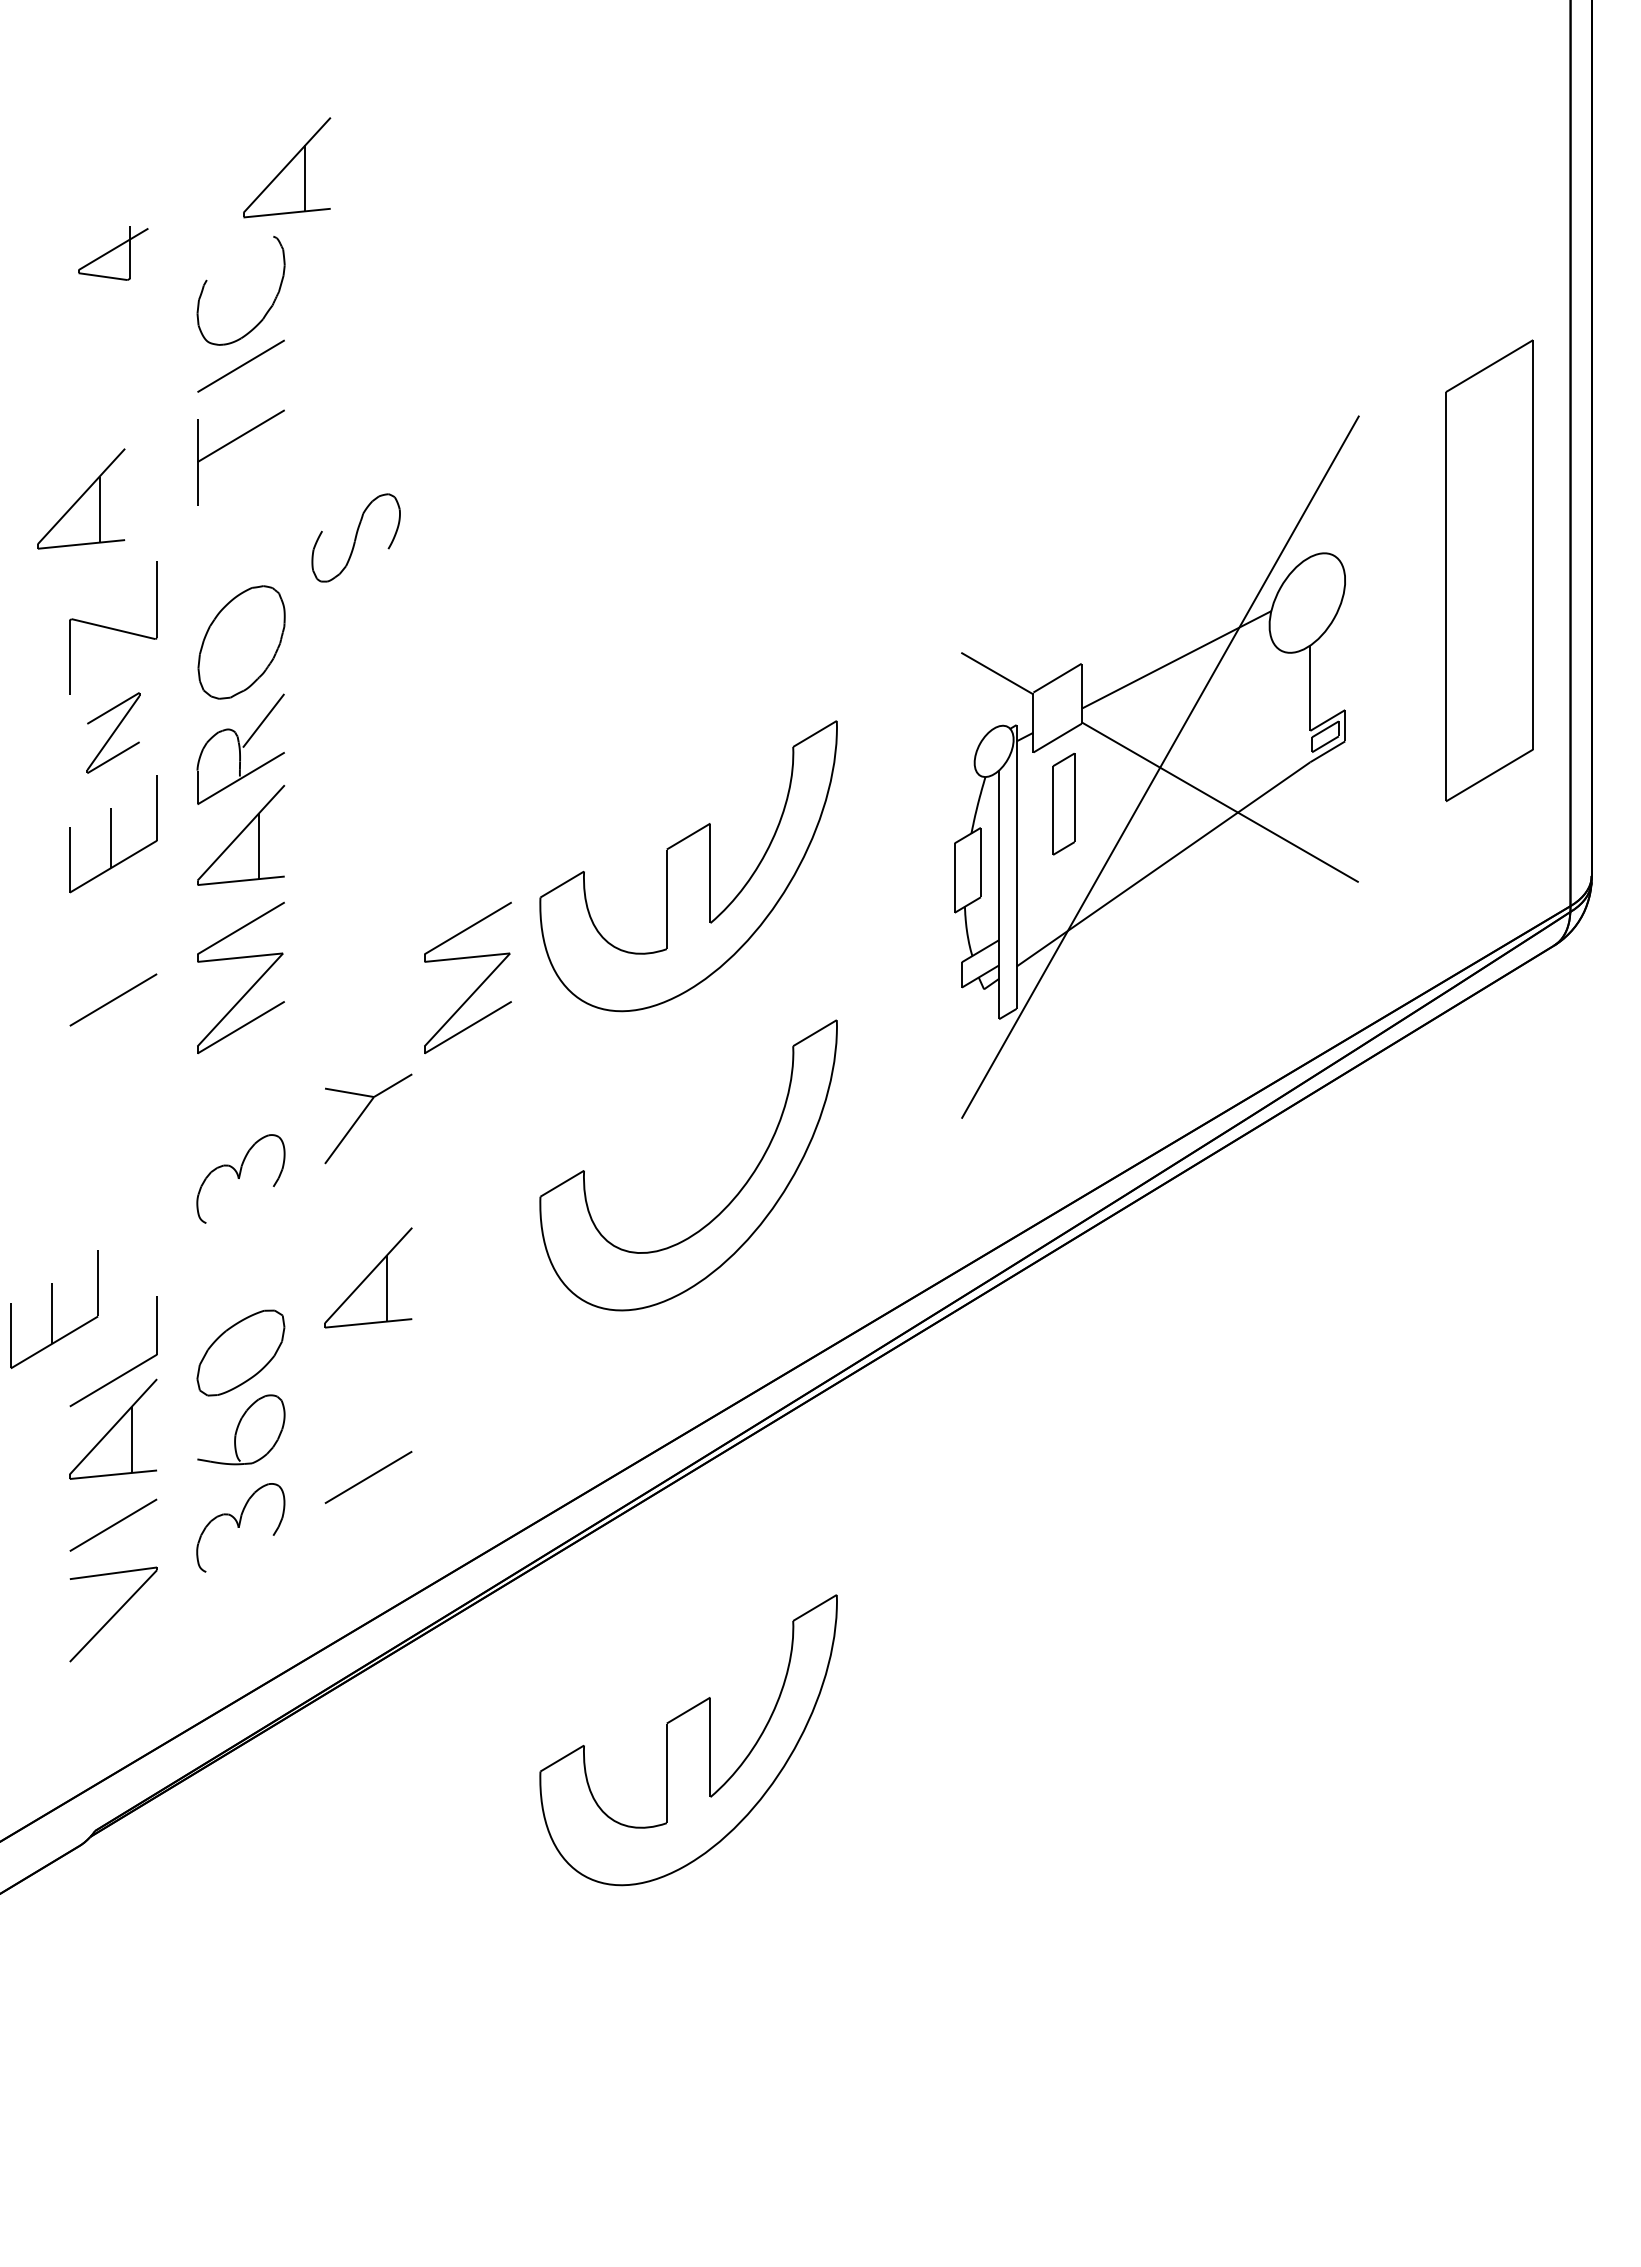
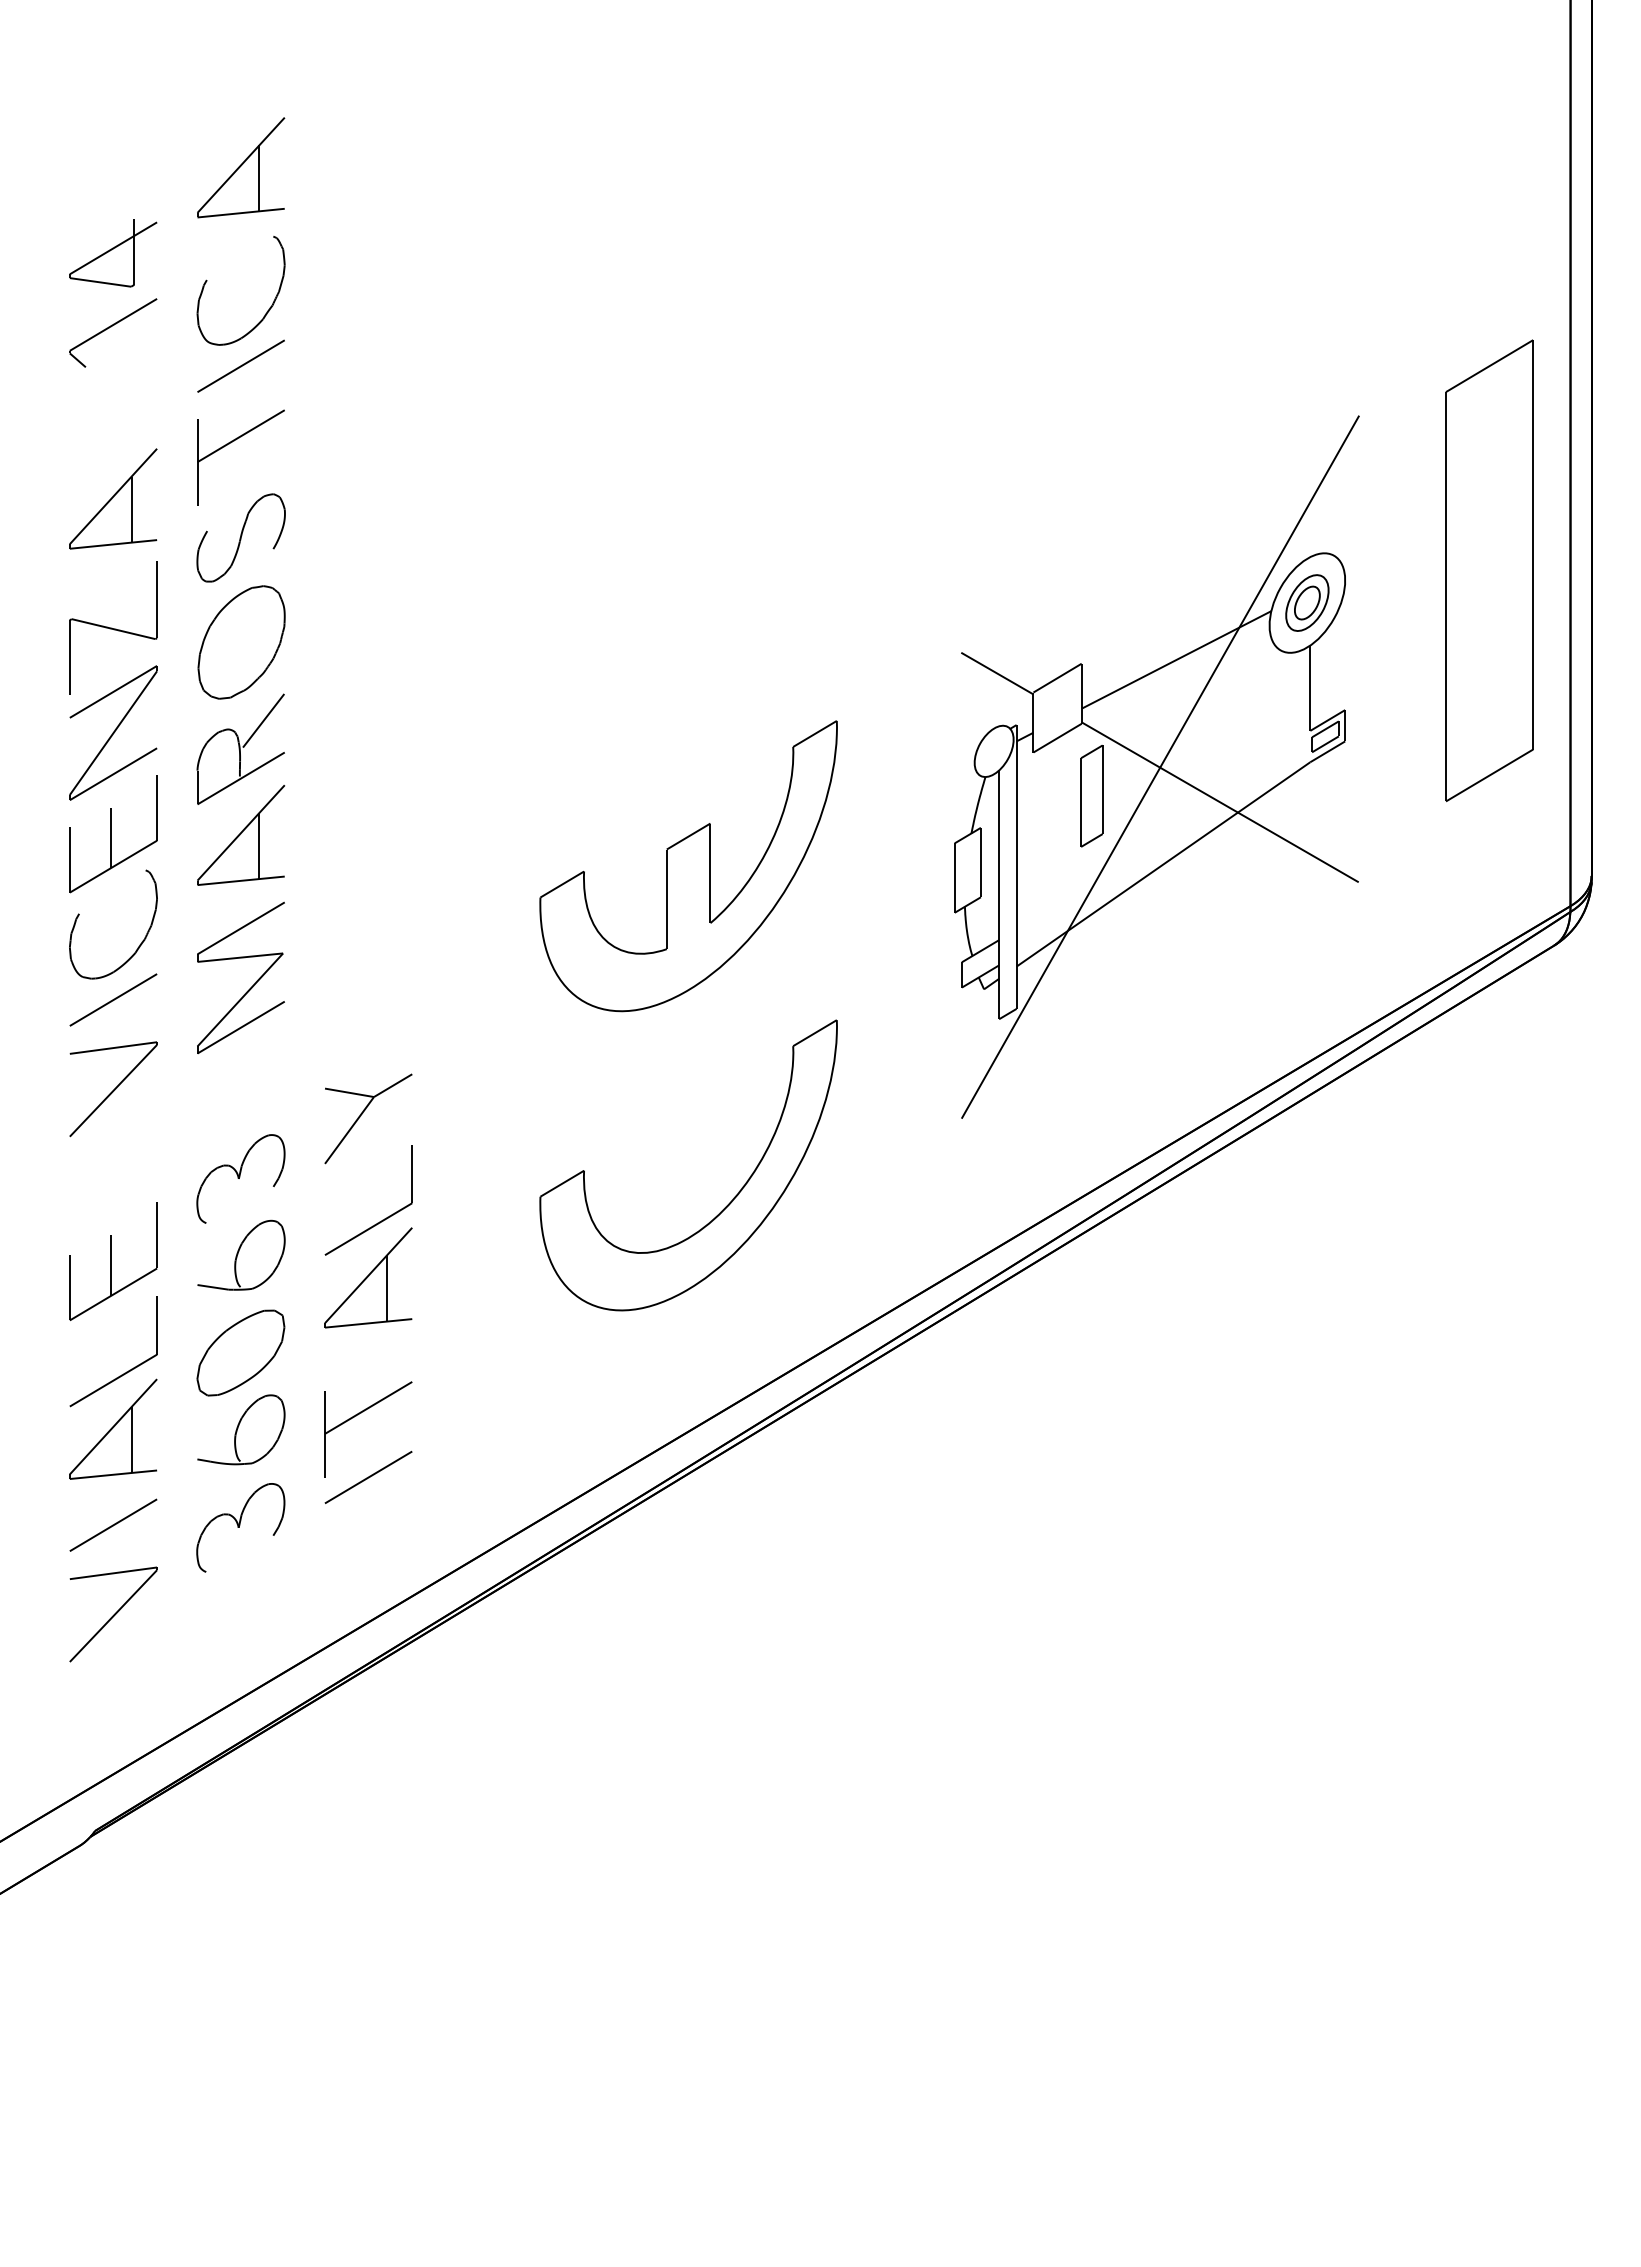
part at (287, 167) position: (287, 167) -> (241, 167)
part at (113, 253) size: 71x55 px -> 89x69 px
part at (113, 332): none -> present
part at (81, 498) position: (81, 498) -> (113, 498)
part at (355, 537) position: (355, 537) -> (240, 537)
part at (1307, 602): none -> present
part at (113, 732) size: 55x82 px -> 89x136 px
part at (1063, 804) position: (1063, 804) -> (1091, 796)
part at (139, 944): none -> present
part at (477, 987): present -> none
part at (113, 1089): none -> present
part at (382, 1219): none -> present
part at (241, 1254): none -> present
part at (54, 1309) position: (54, 1309) -> (113, 1261)
part at (358, 1415): none -> present
part at (688, 1740): present -> none
